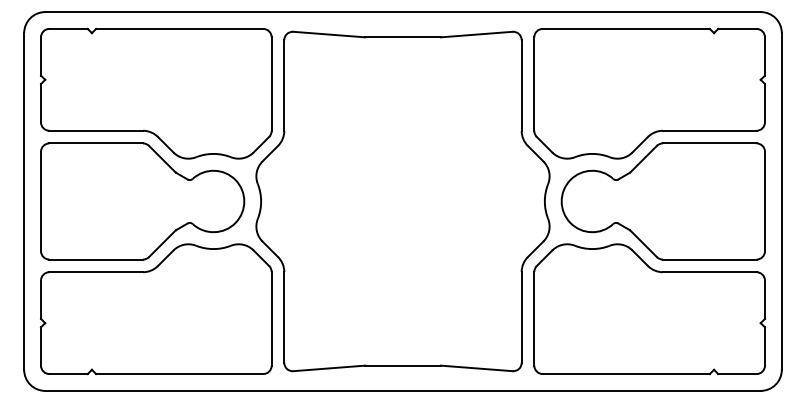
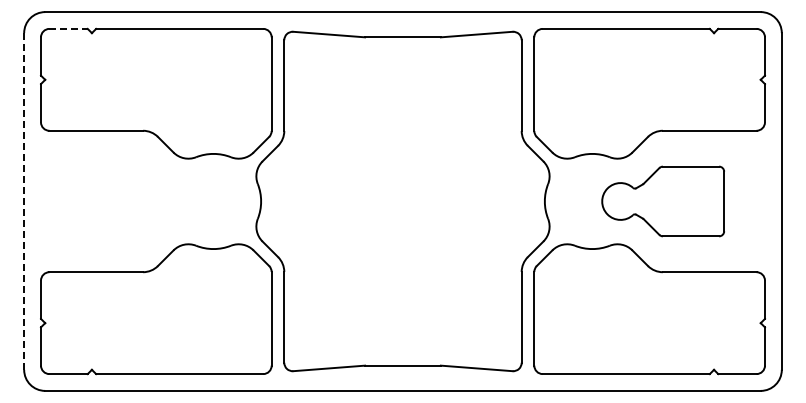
line at (69, 28): solid -> dashed
line at (24, 201): solid -> dashed
part at (142, 201): present -> none
part at (662, 201) size: 206x119 px -> 124x73 px
